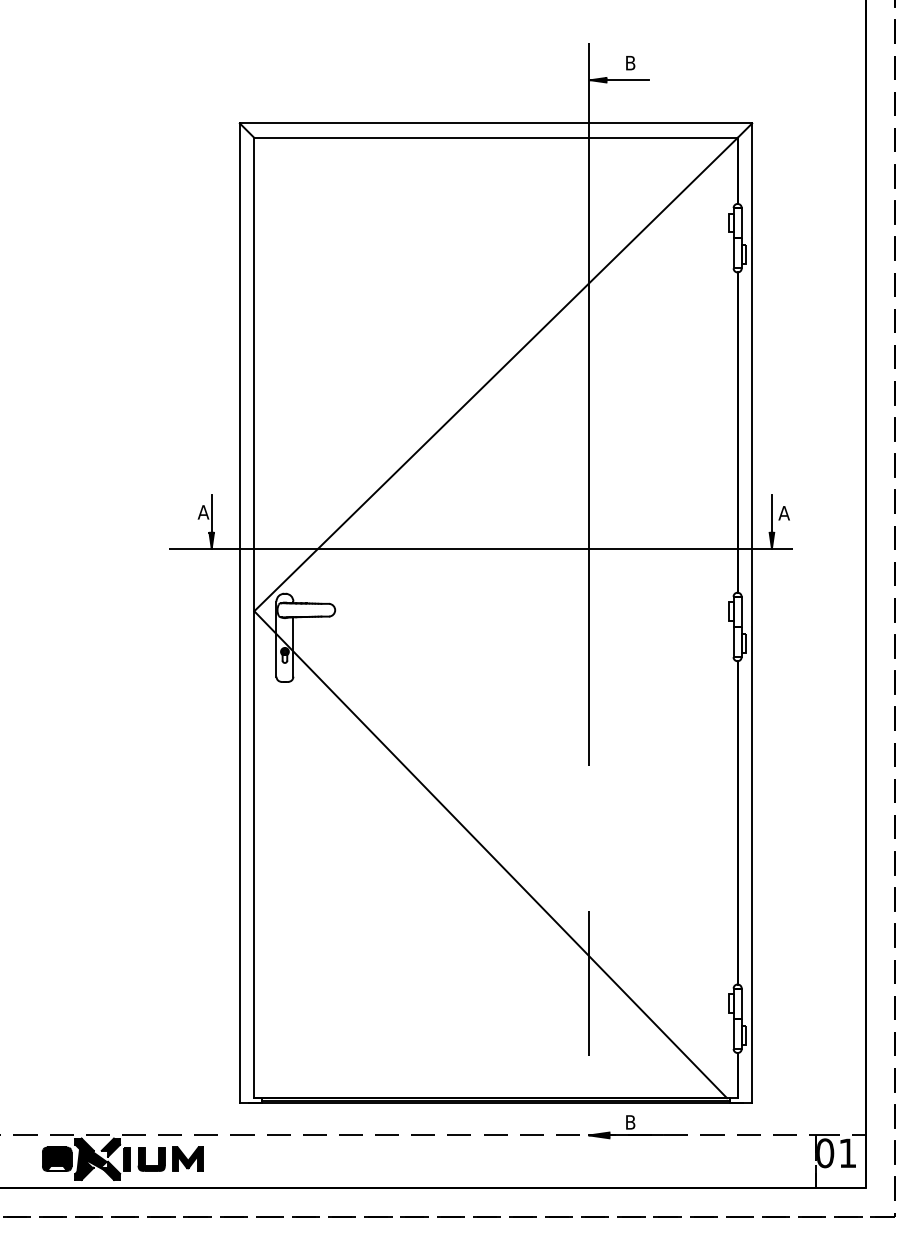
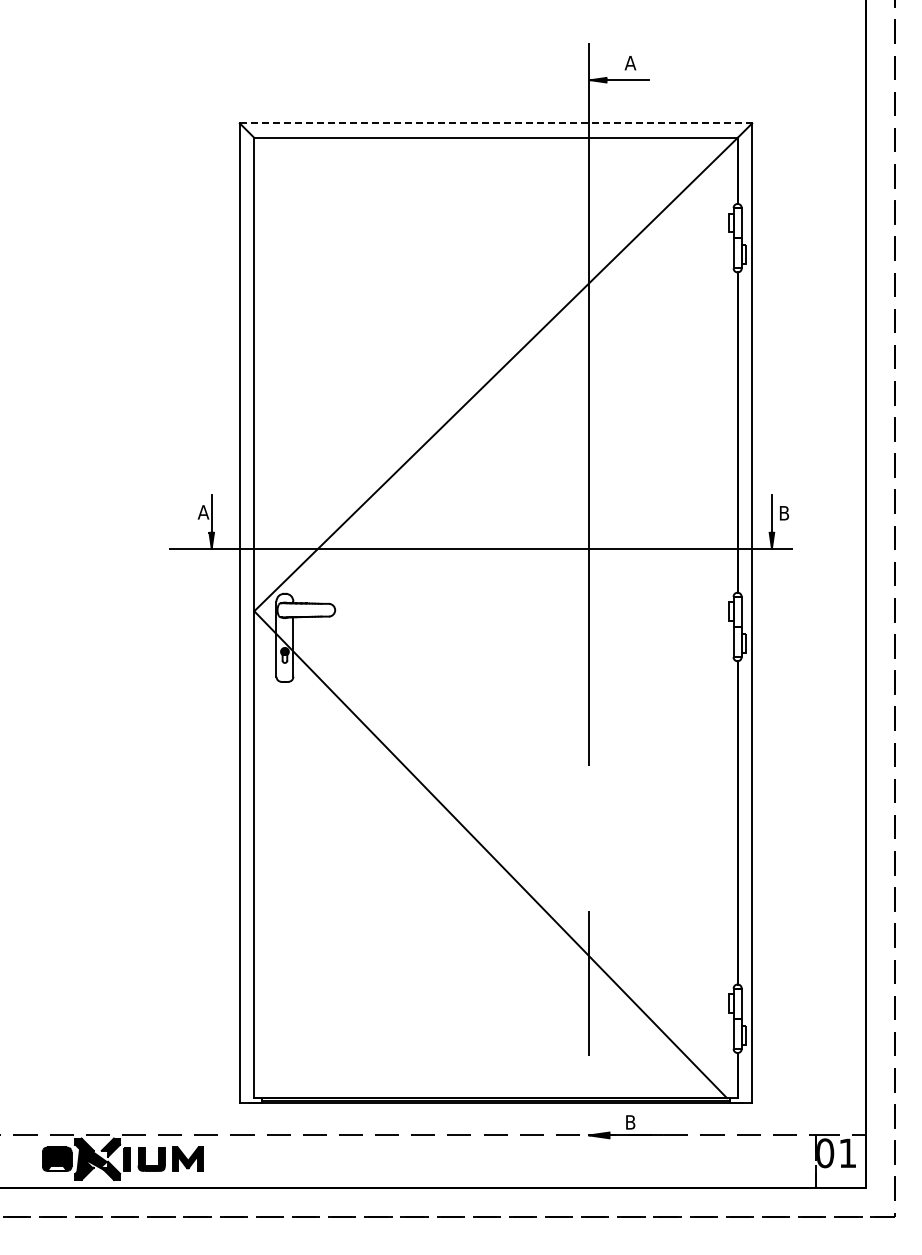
text at (630, 63): B -> A
line at (496, 123): solid -> dashed
text at (783, 513): A -> B
